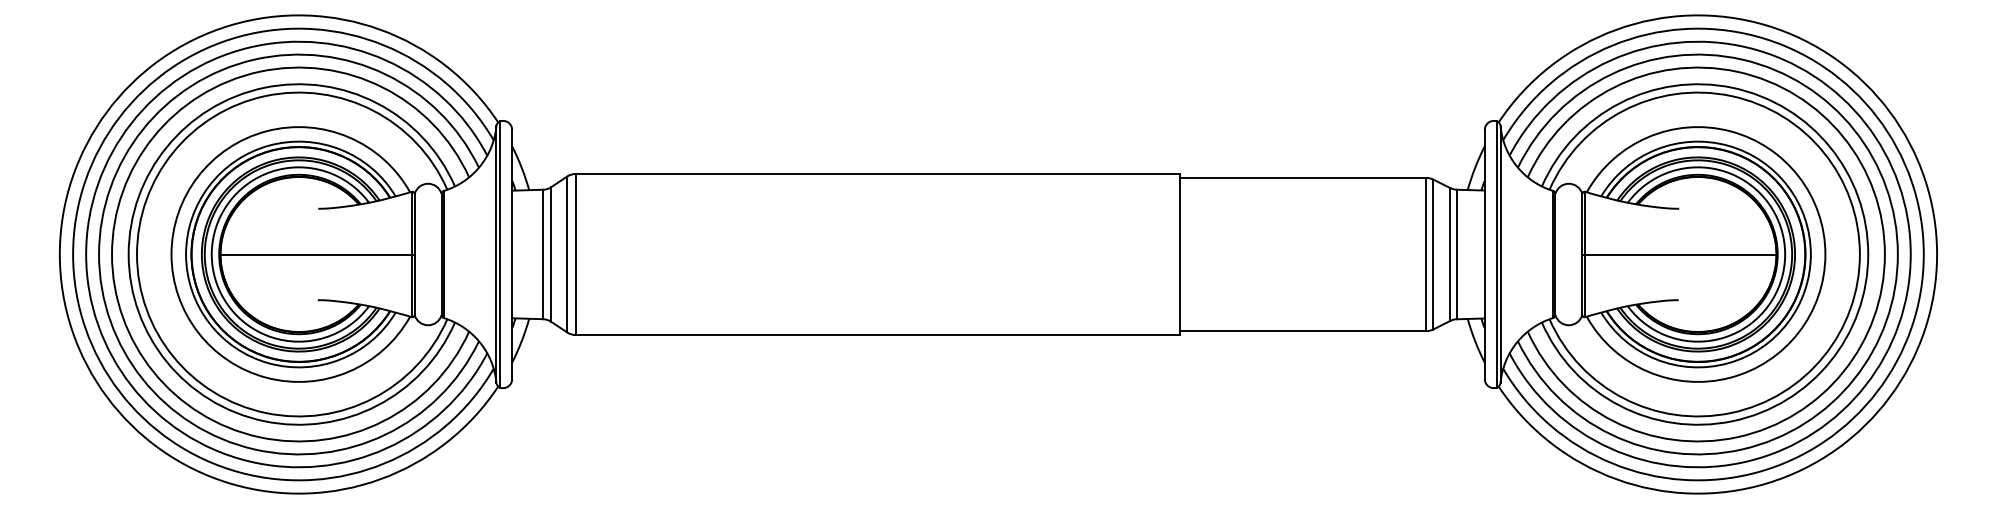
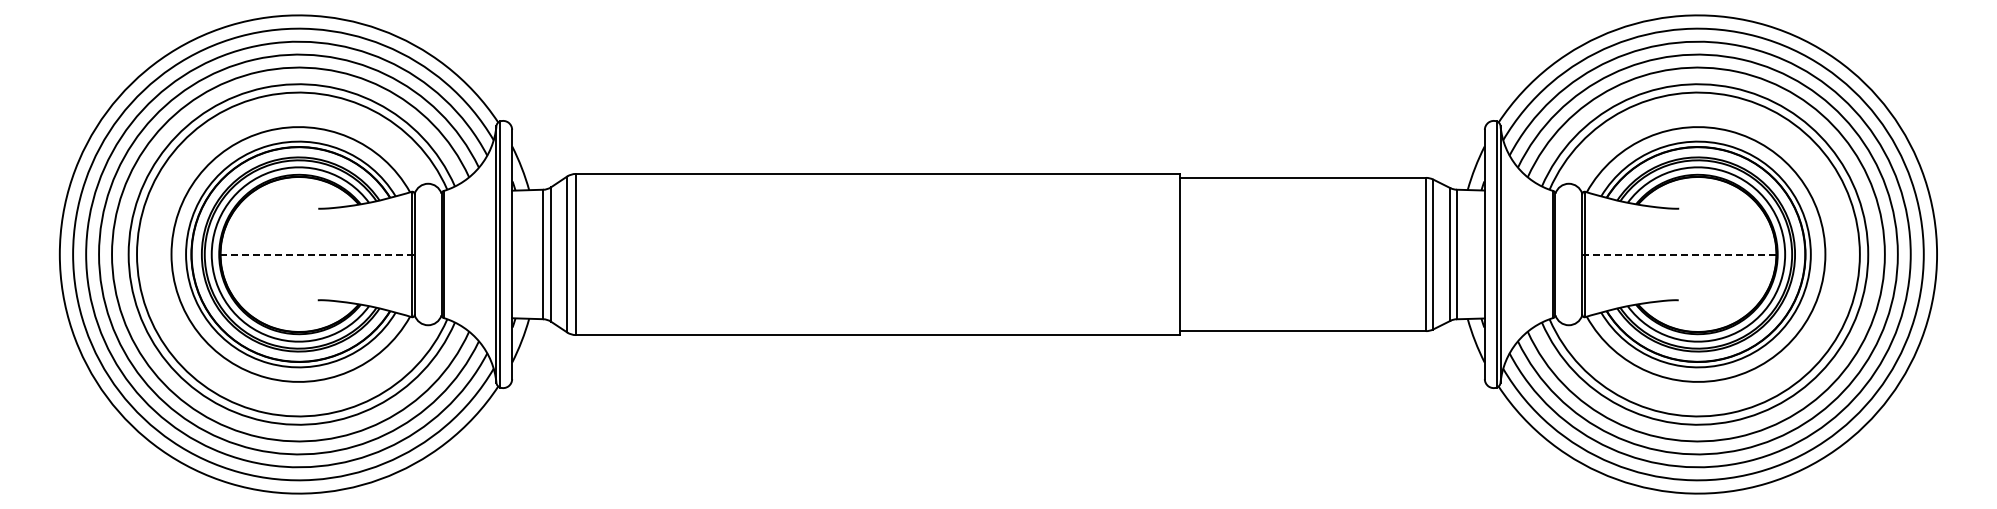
line at (317, 254): solid -> dashed
line at (1680, 254): solid -> dashed
